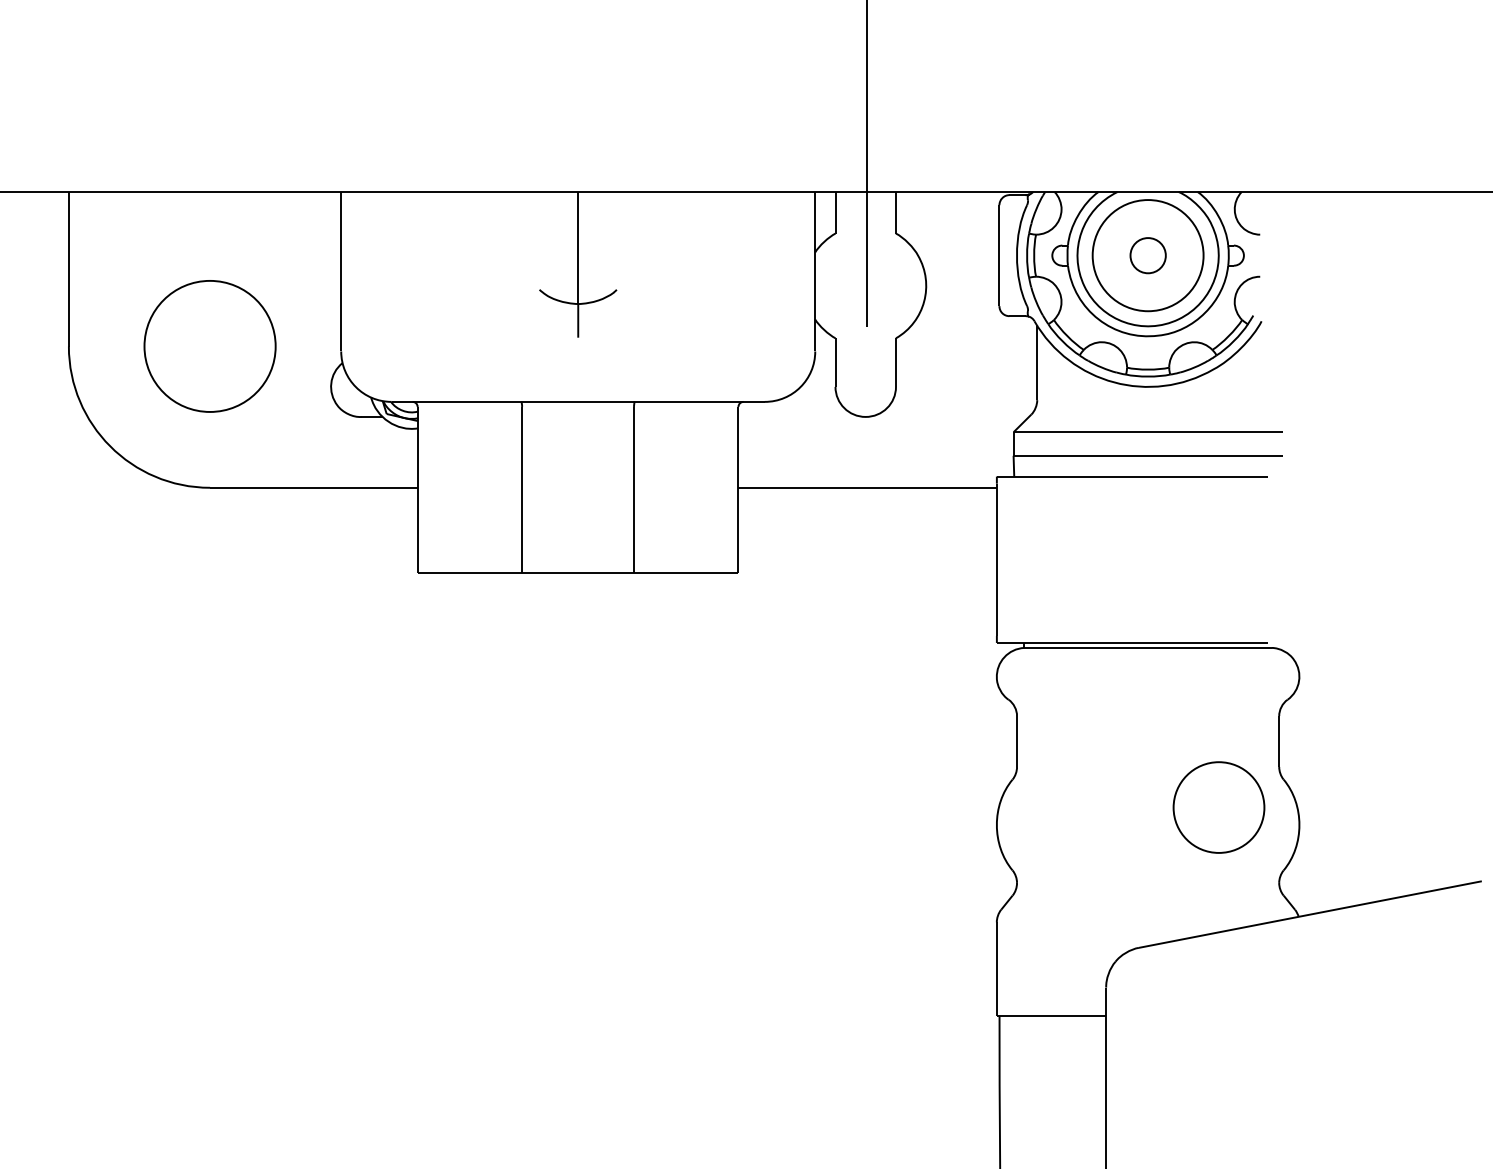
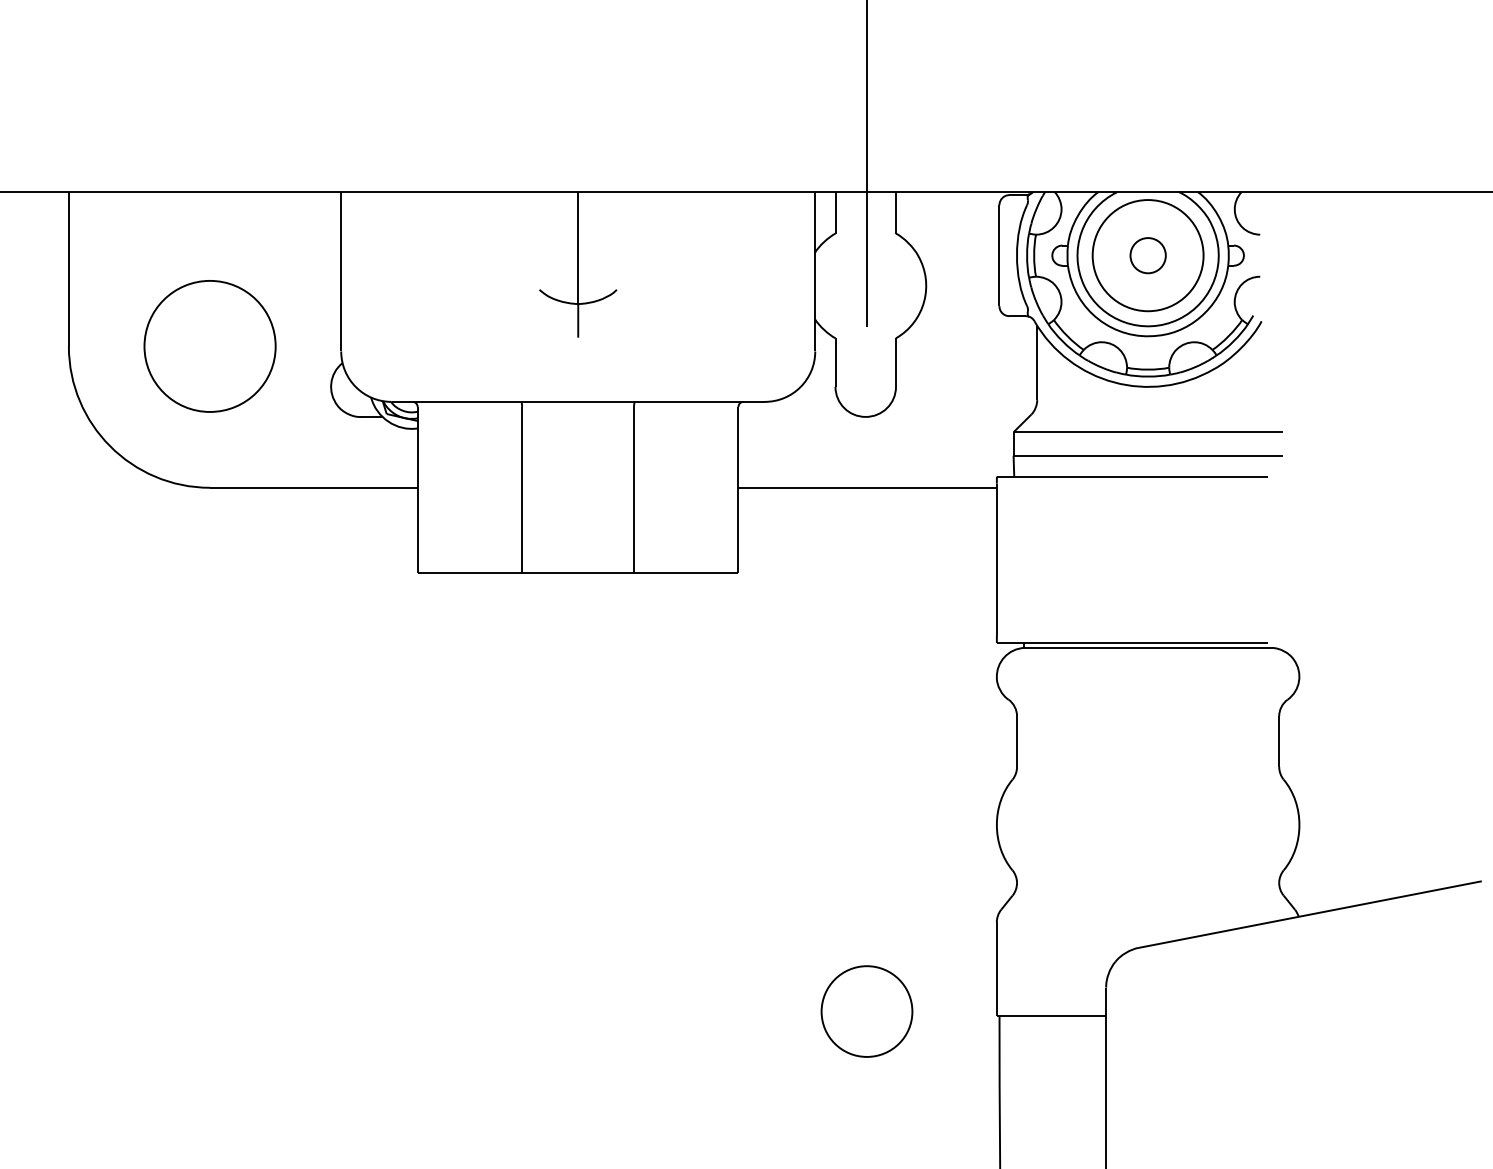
part at (1218, 807) position: (1218, 807) -> (866, 1011)
